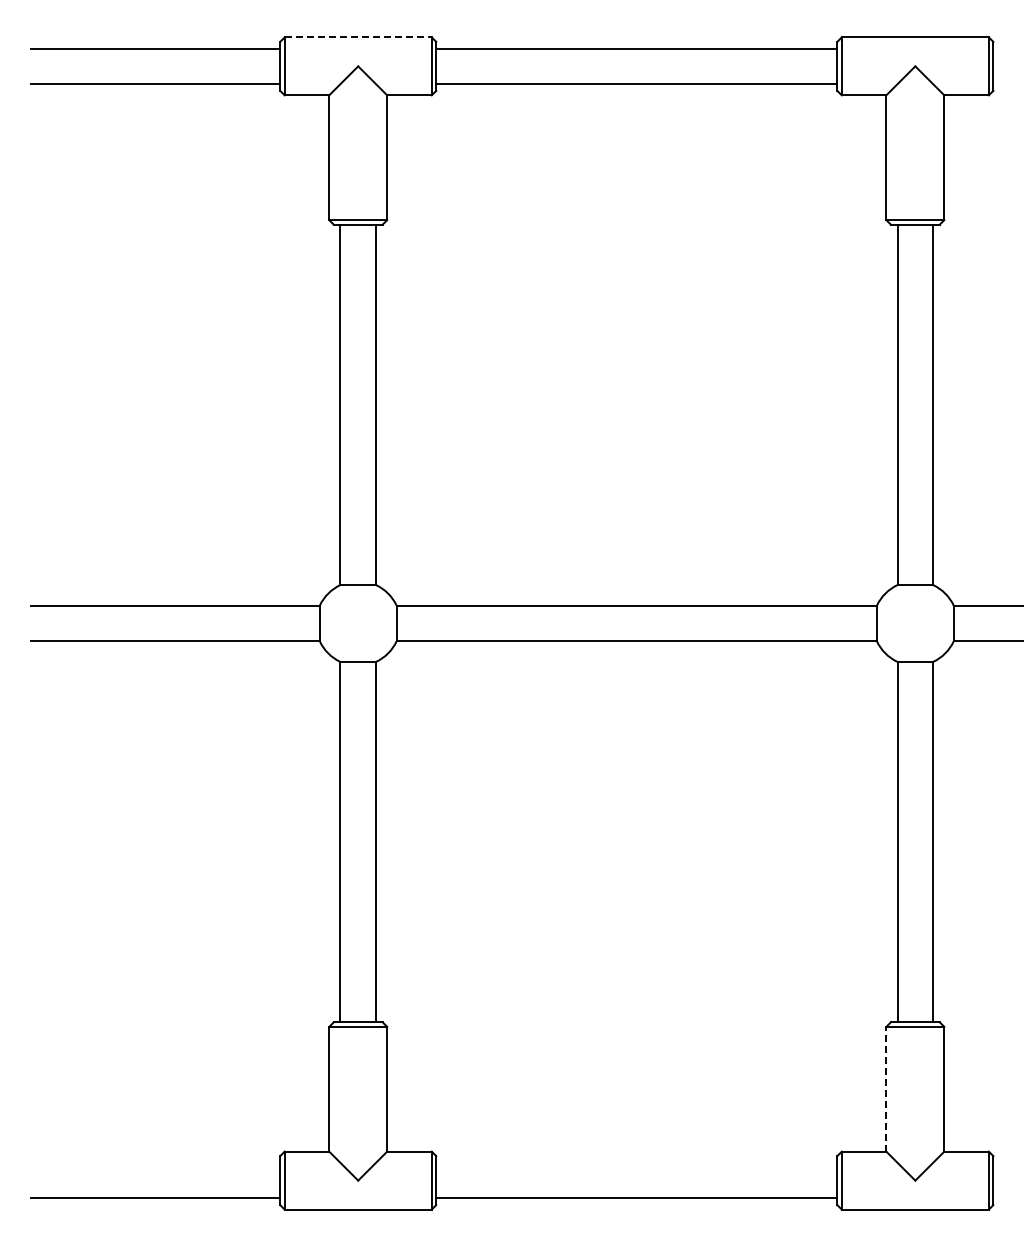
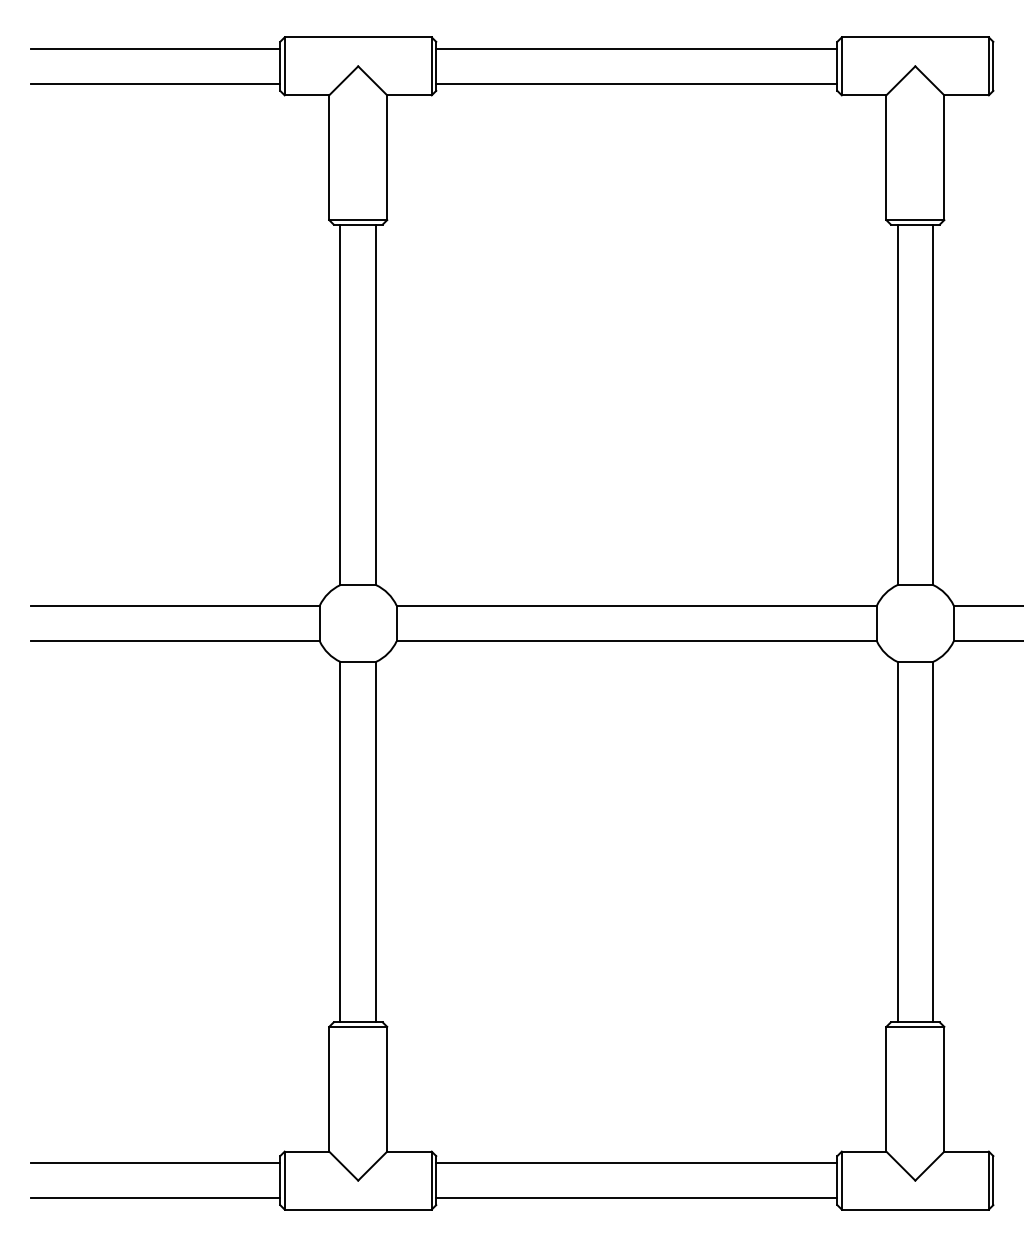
line at (358, 37): dashed -> solid
line at (886, 1088): dashed -> solid
line at (155, 1162): none -> present
line at (636, 1162): none -> present
